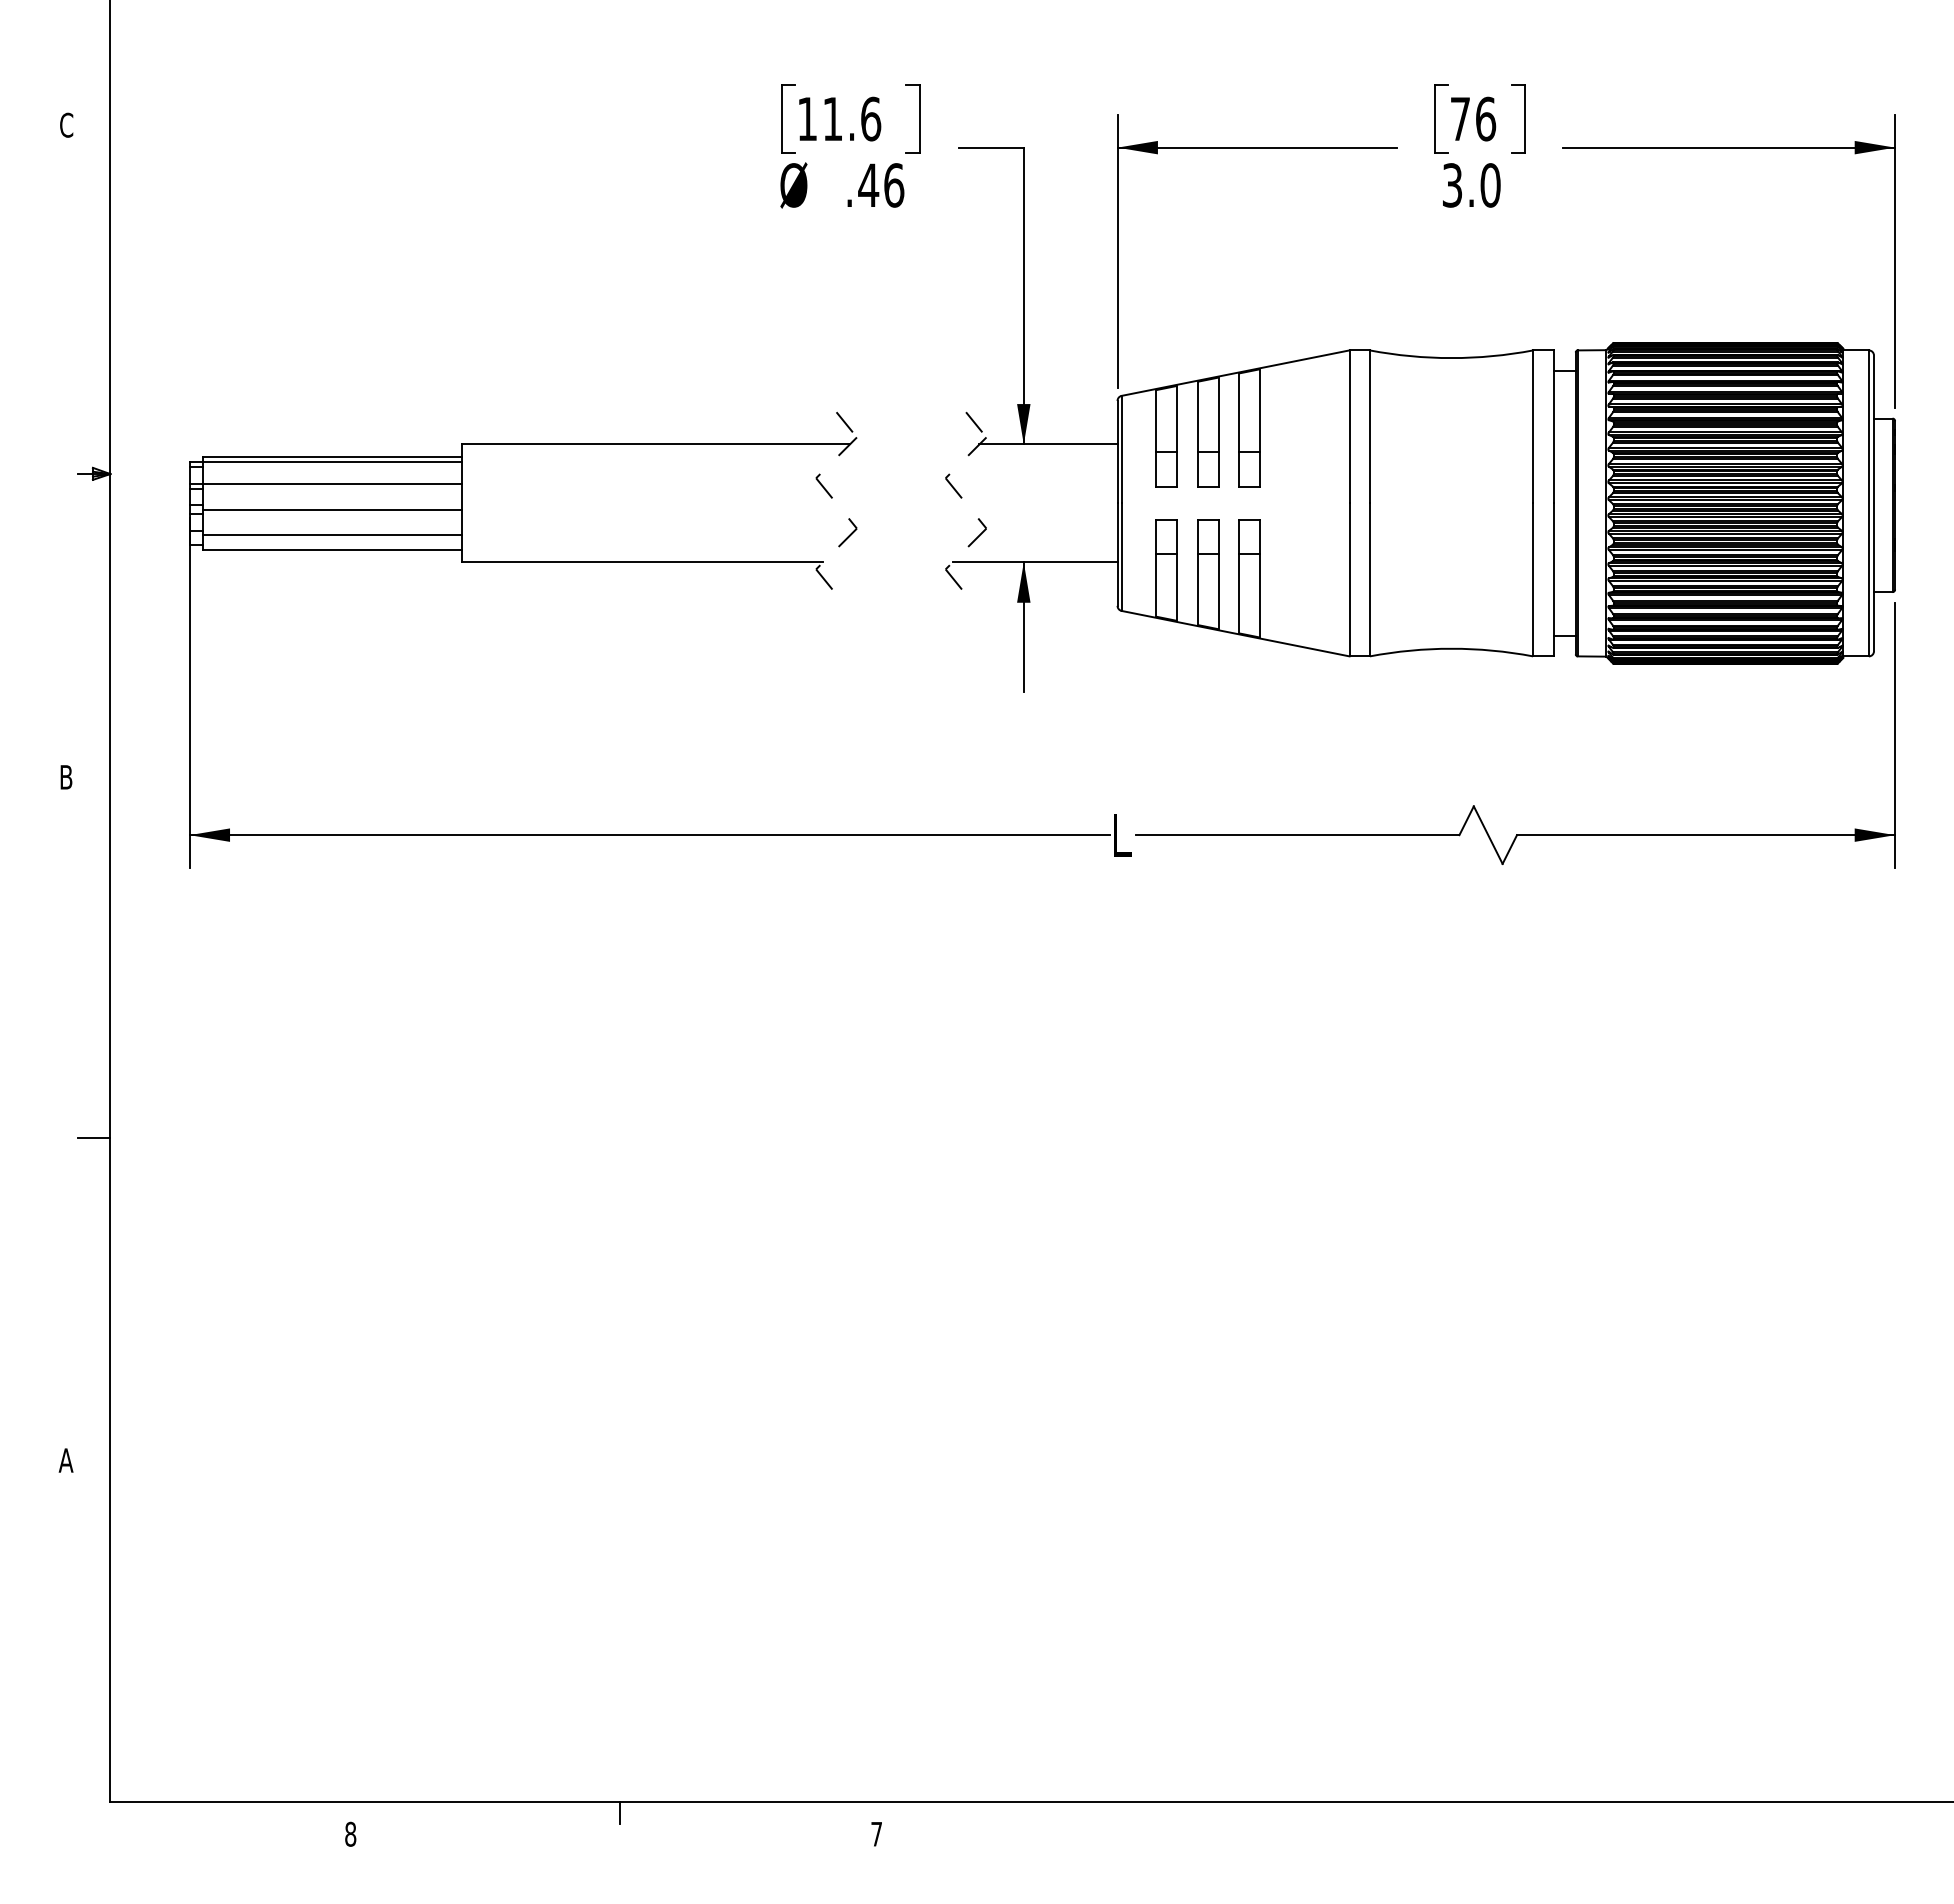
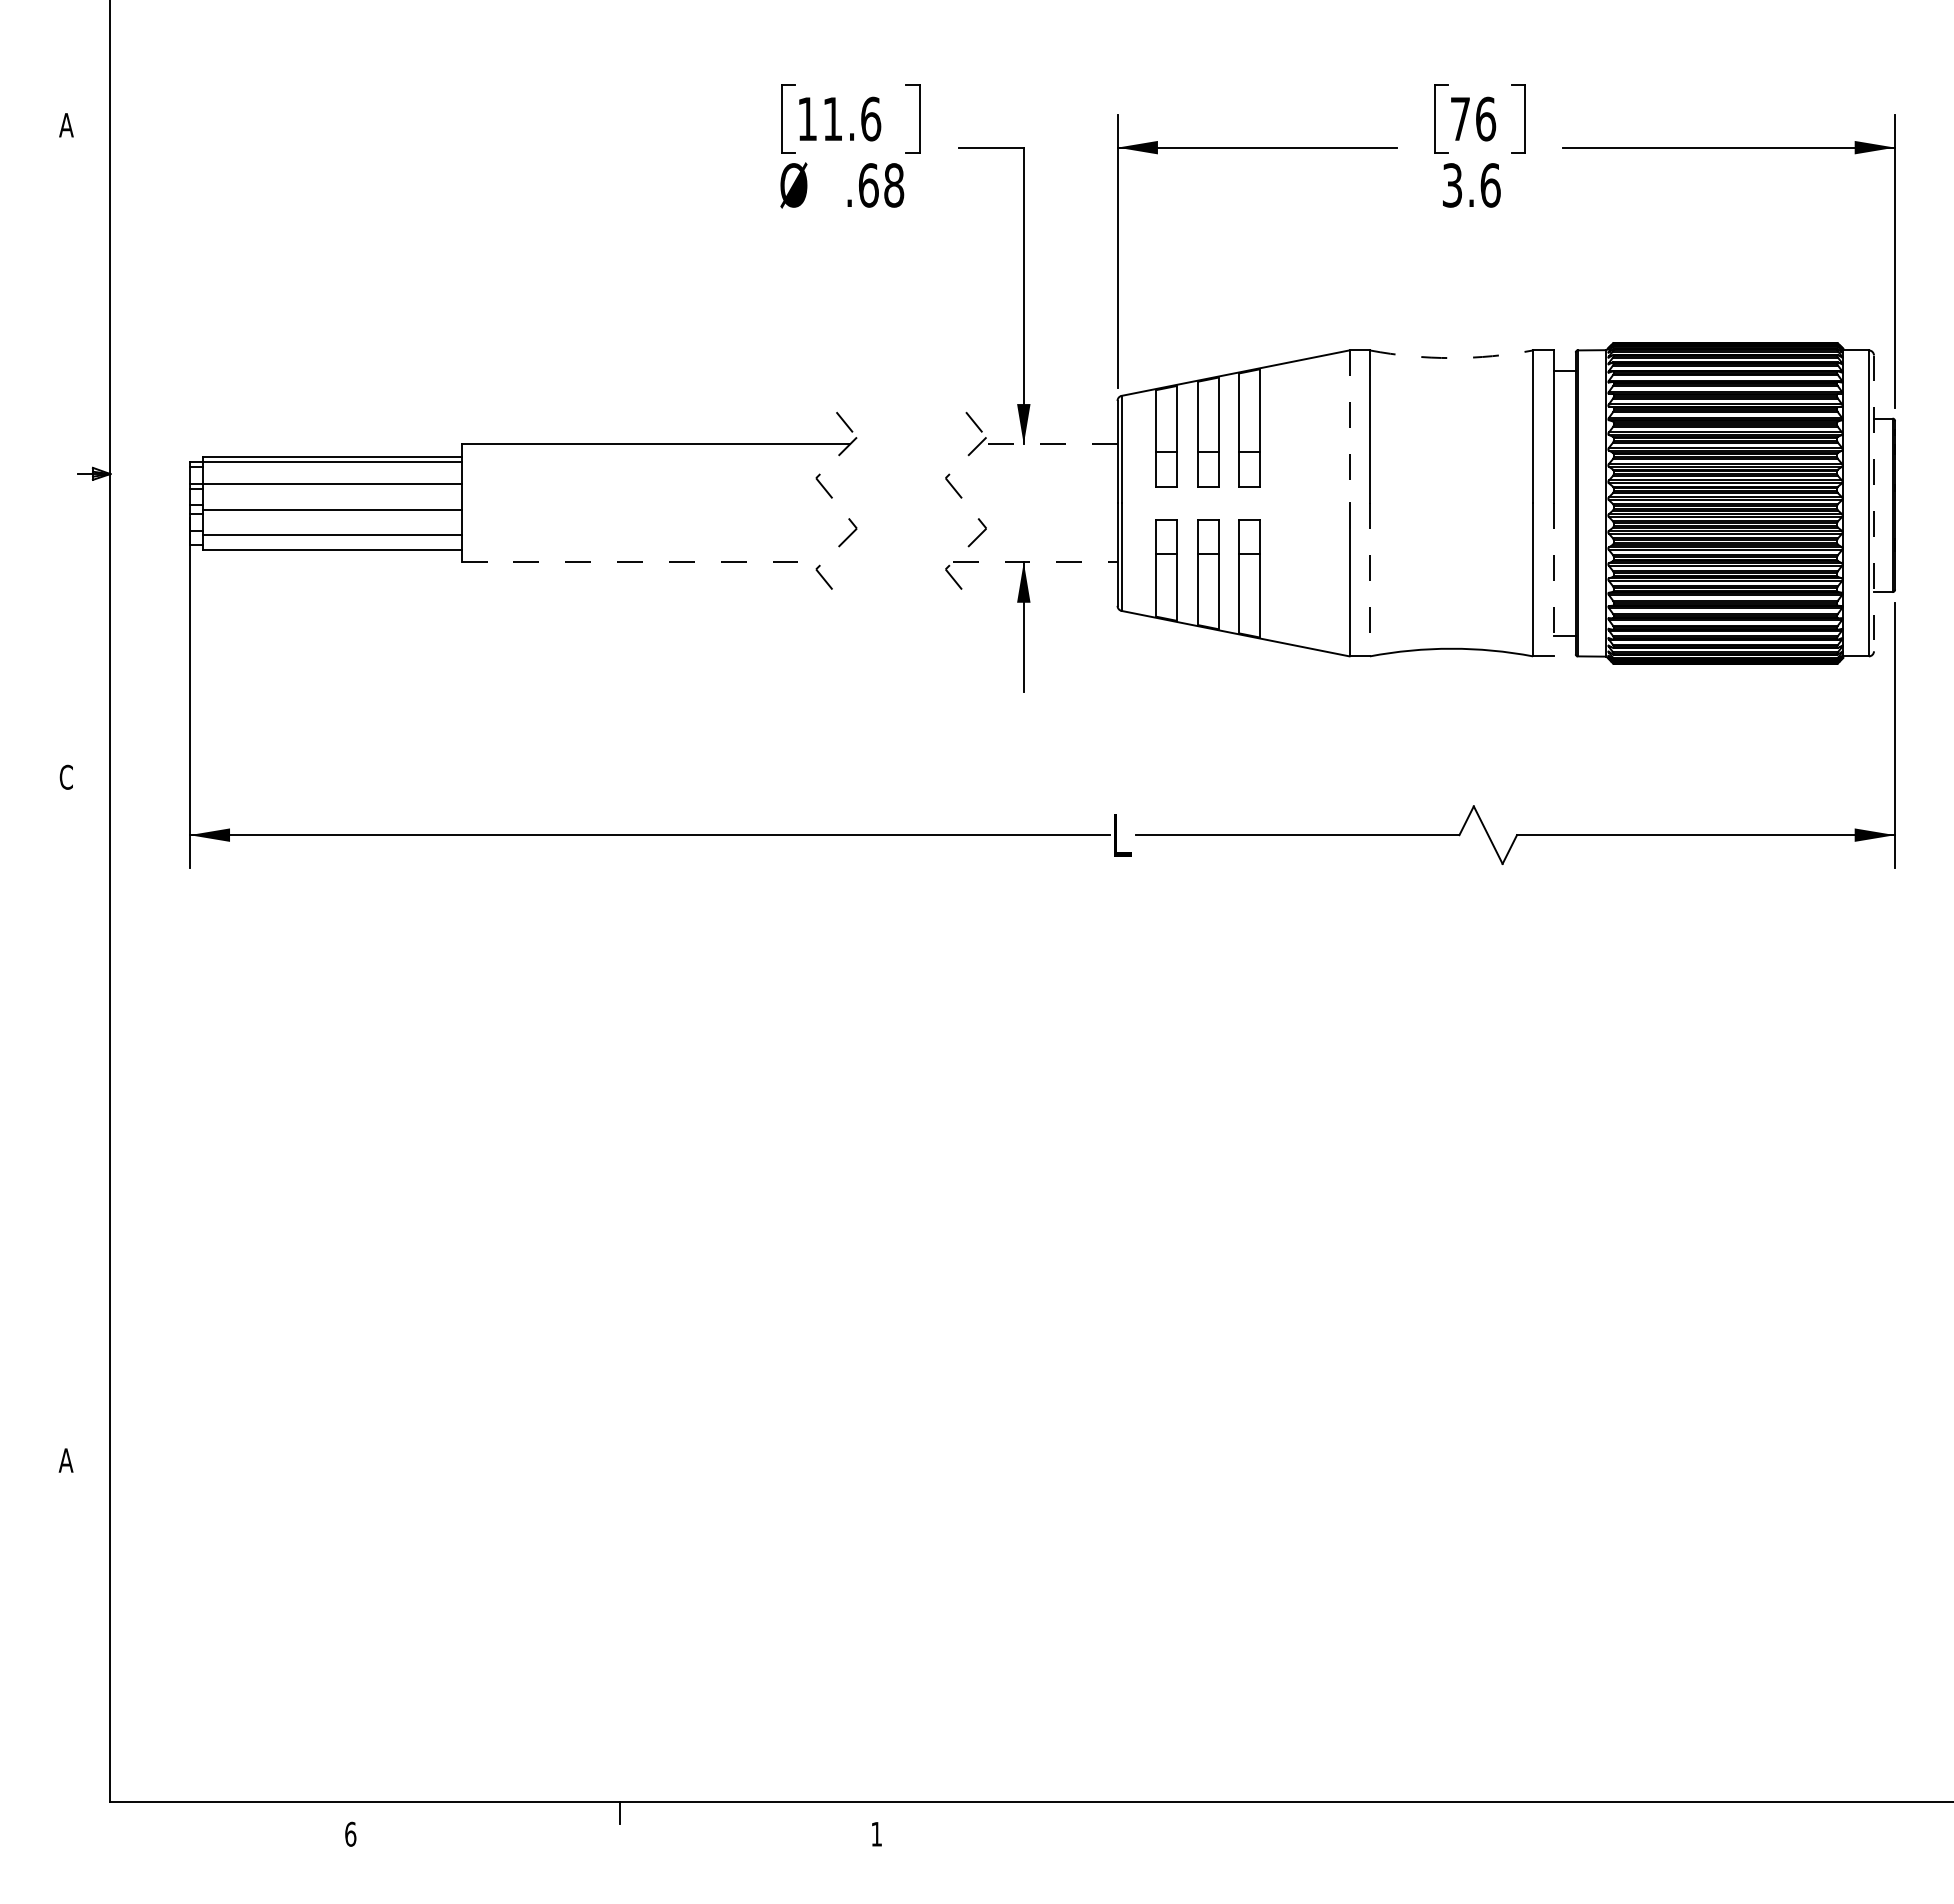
text at (66, 124): C -> A
text at (881, 185): .46 -> .68
text at (1490, 185): 3.0 -> 3.6
arc at (1451, 358): solid -> dashed
line at (1349, 427): solid -> dashed
line at (1047, 444): solid -> dashed
line at (1873, 503): solid -> dashed
line at (642, 562): solid -> dashed
line at (1035, 562): solid -> dashed
line at (1369, 580): solid -> dashed
line at (1553, 580): solid -> dashed
text at (65, 776): B -> C
line at (93, 1137): present -> none
text at (350, 1833): 8 -> 6
text at (876, 1834): 7 -> 1
